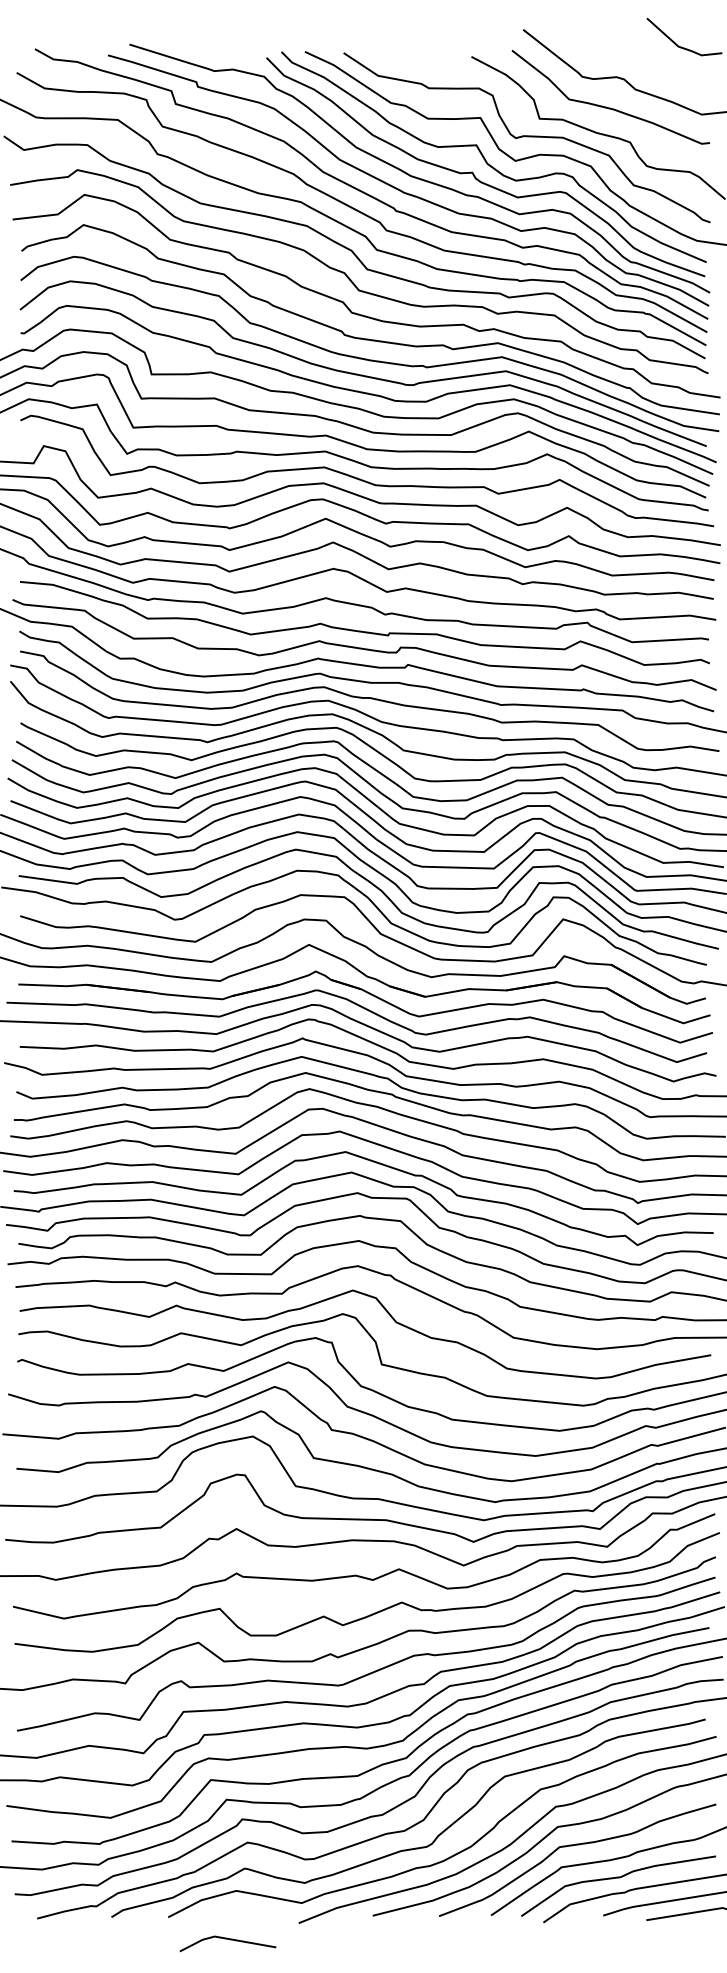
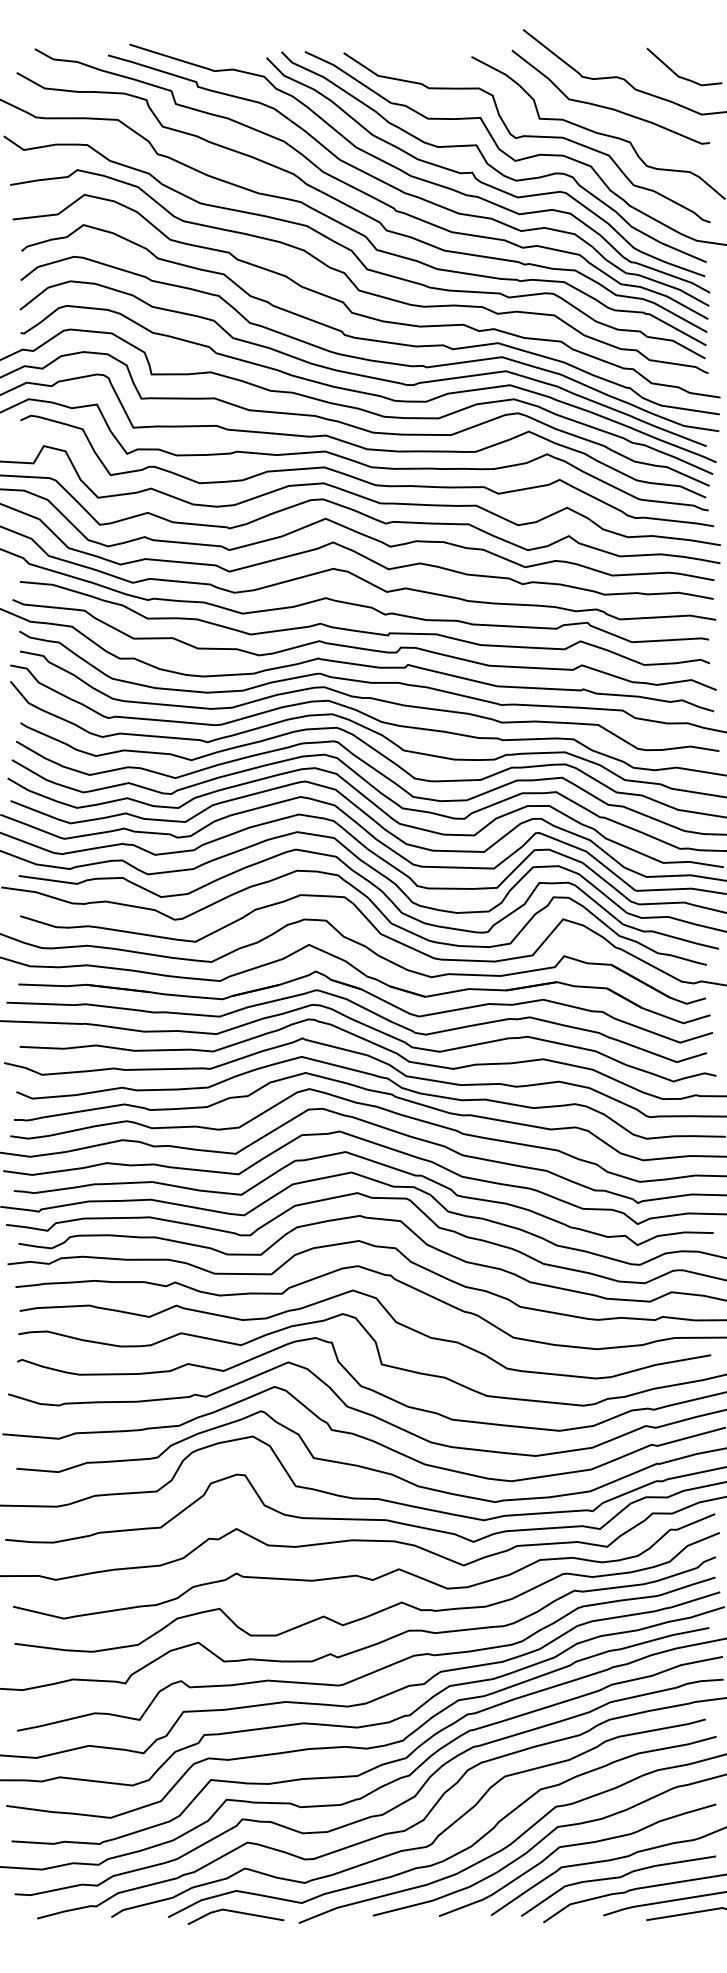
line at (681, 46) position: (681, 46) -> (681, 76)
line at (229, 1940) position: (229, 1940) -> (237, 1913)
